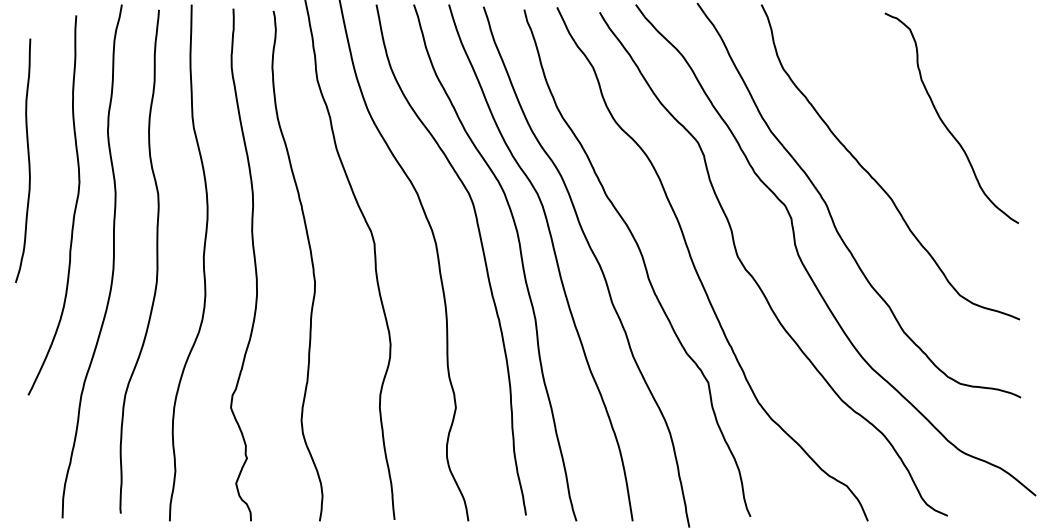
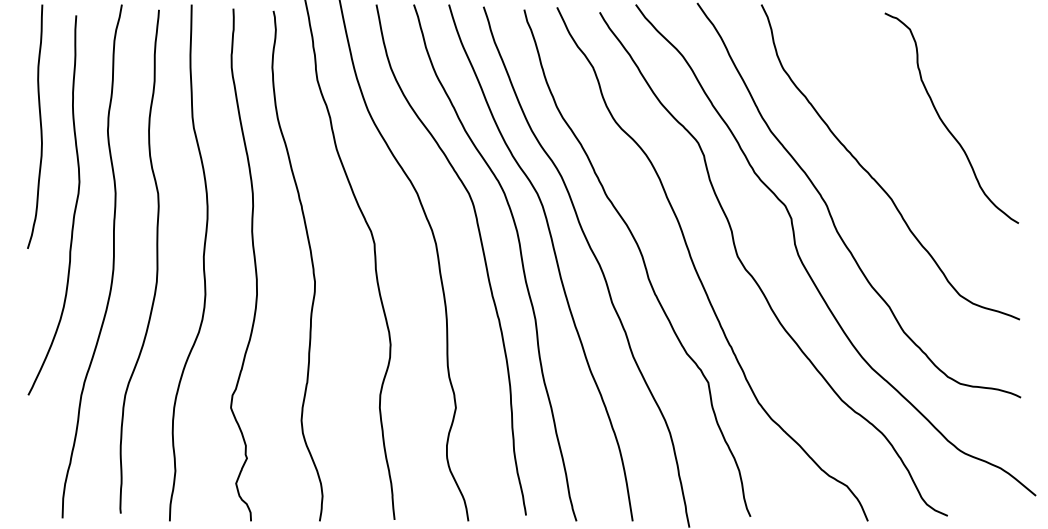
curve at (28, 160) position: (28, 160) -> (40, 126)
